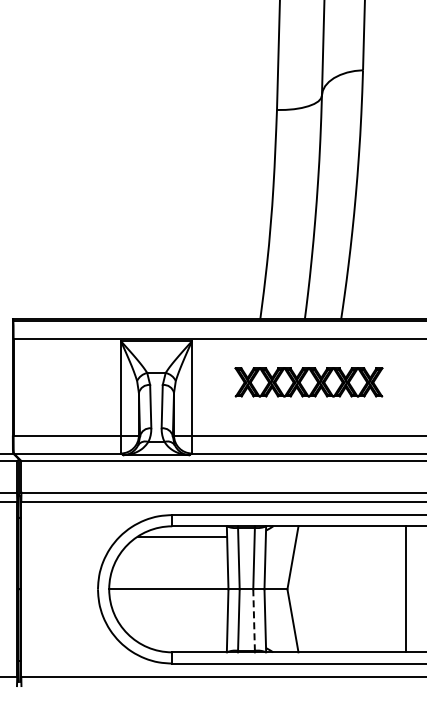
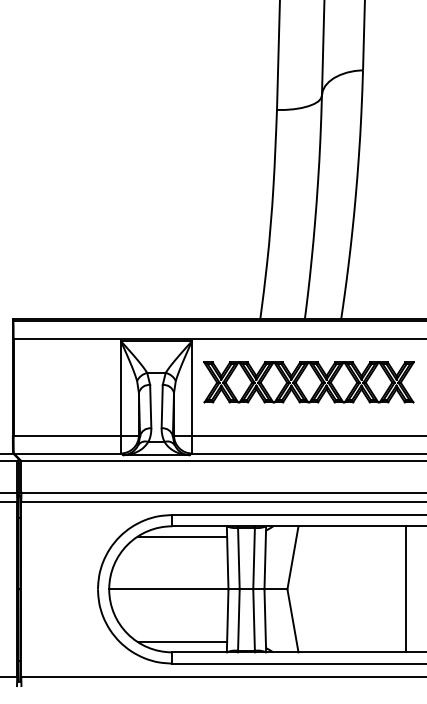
part at (308, 382) size: 150x31 px -> 212x43 px
line at (254, 620): dashed -> solid
line at (182, 641): none -> present
